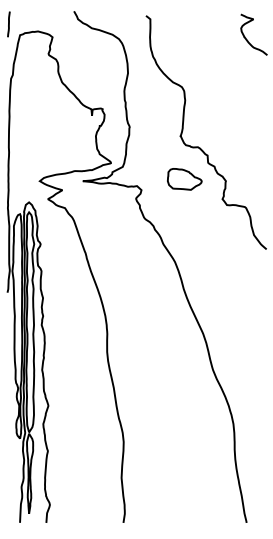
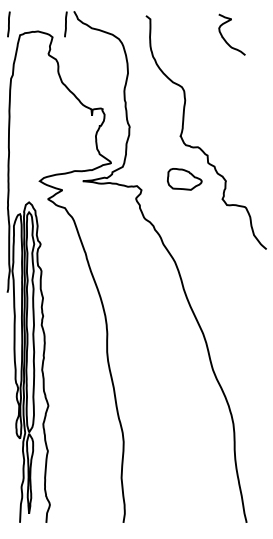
line at (65, 24): none -> present
curve at (247, 39) position: (247, 39) -> (225, 39)
